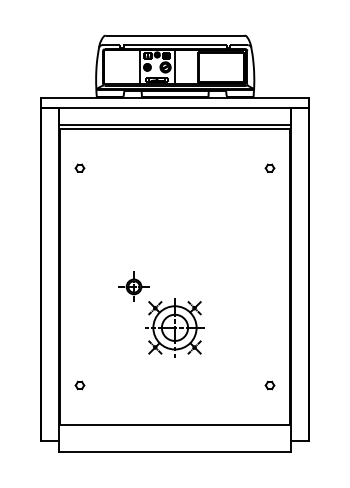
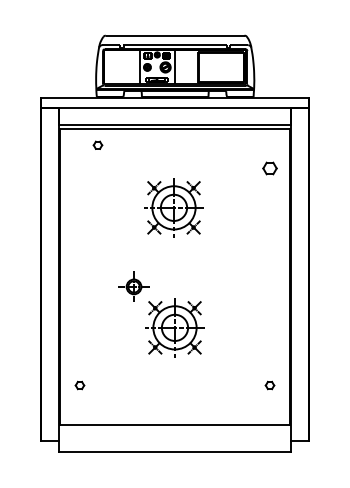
part at (79, 167) position: (79, 167) -> (97, 144)
part at (269, 167) size: 12x10 px -> 16x15 px
part at (173, 207): none -> present
